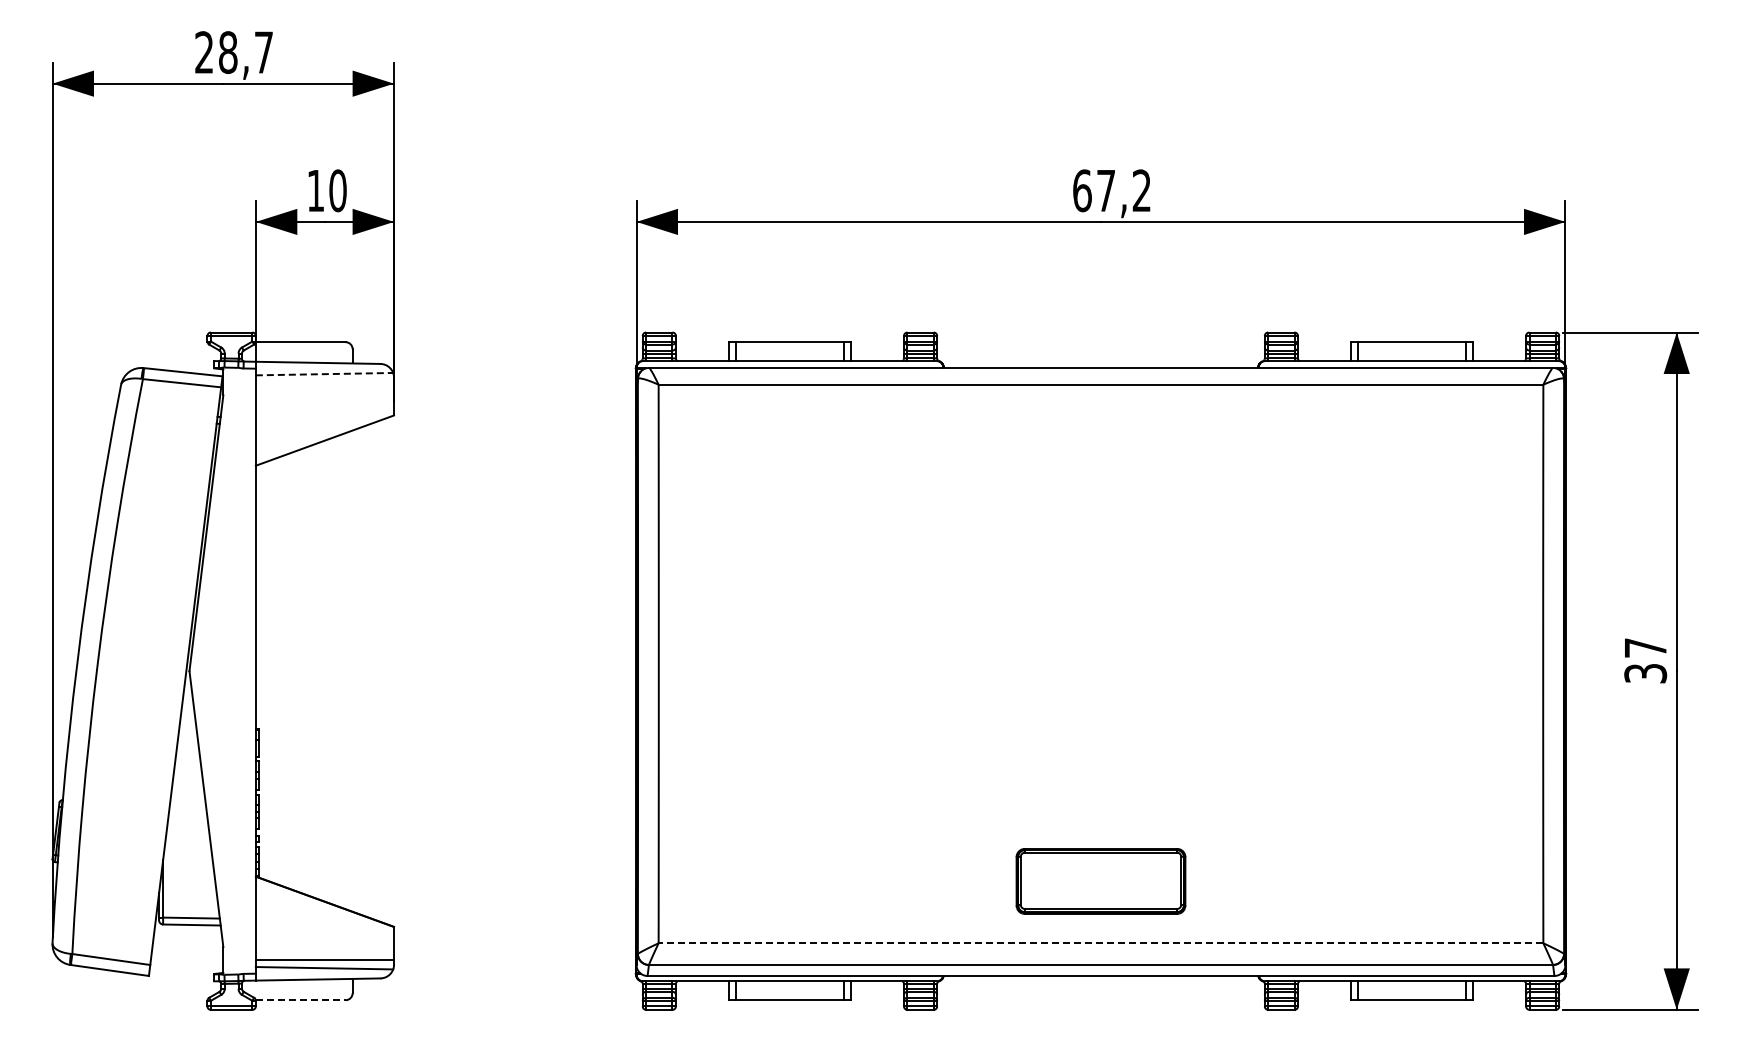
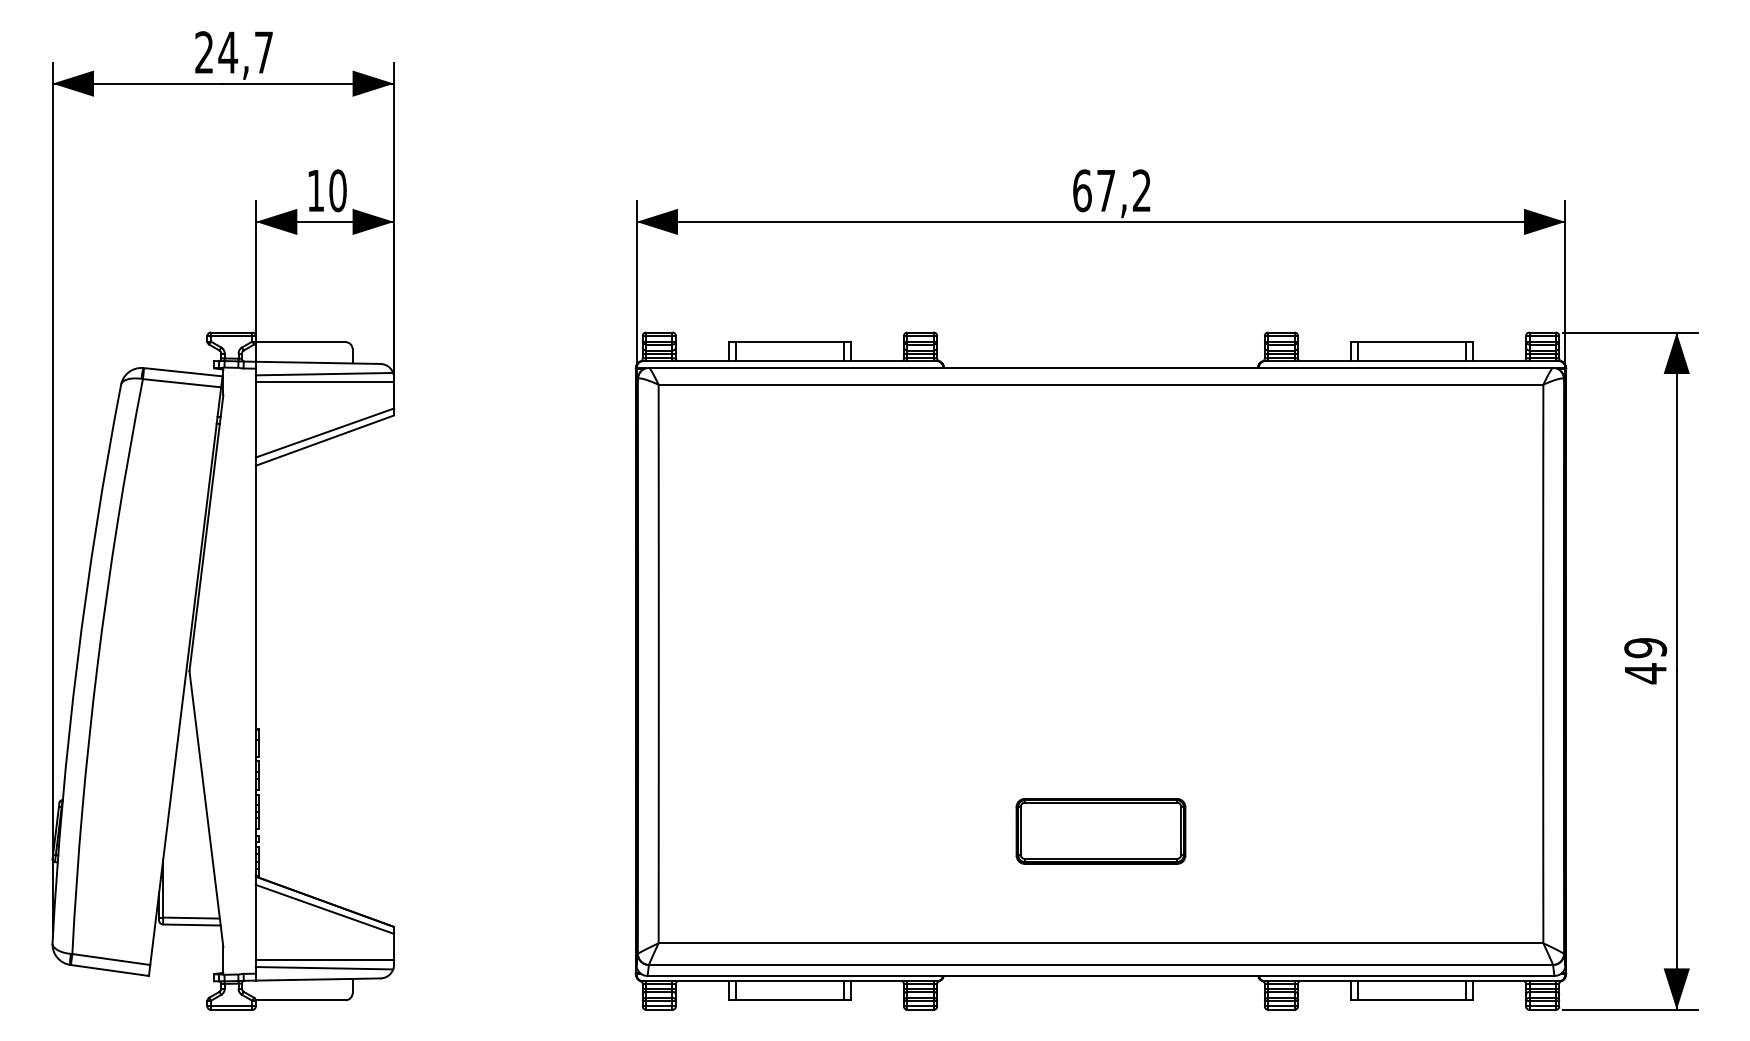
text at (228, 52): 28,7 -> 24,7
line at (324, 374): dashed -> solid
line at (324, 382): none -> present
line at (324, 432): none -> present
text at (1645, 661): 37 -> 49
part at (1100, 881) position: (1100, 881) -> (1100, 831)
line at (324, 908): none -> present
line at (1100, 943): dashed -> solid
line at (300, 1000): dashed -> solid
